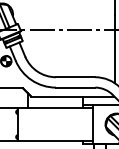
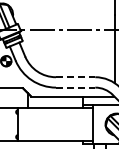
line at (75, 77): solid -> dashed
line at (75, 87): solid -> dashed
